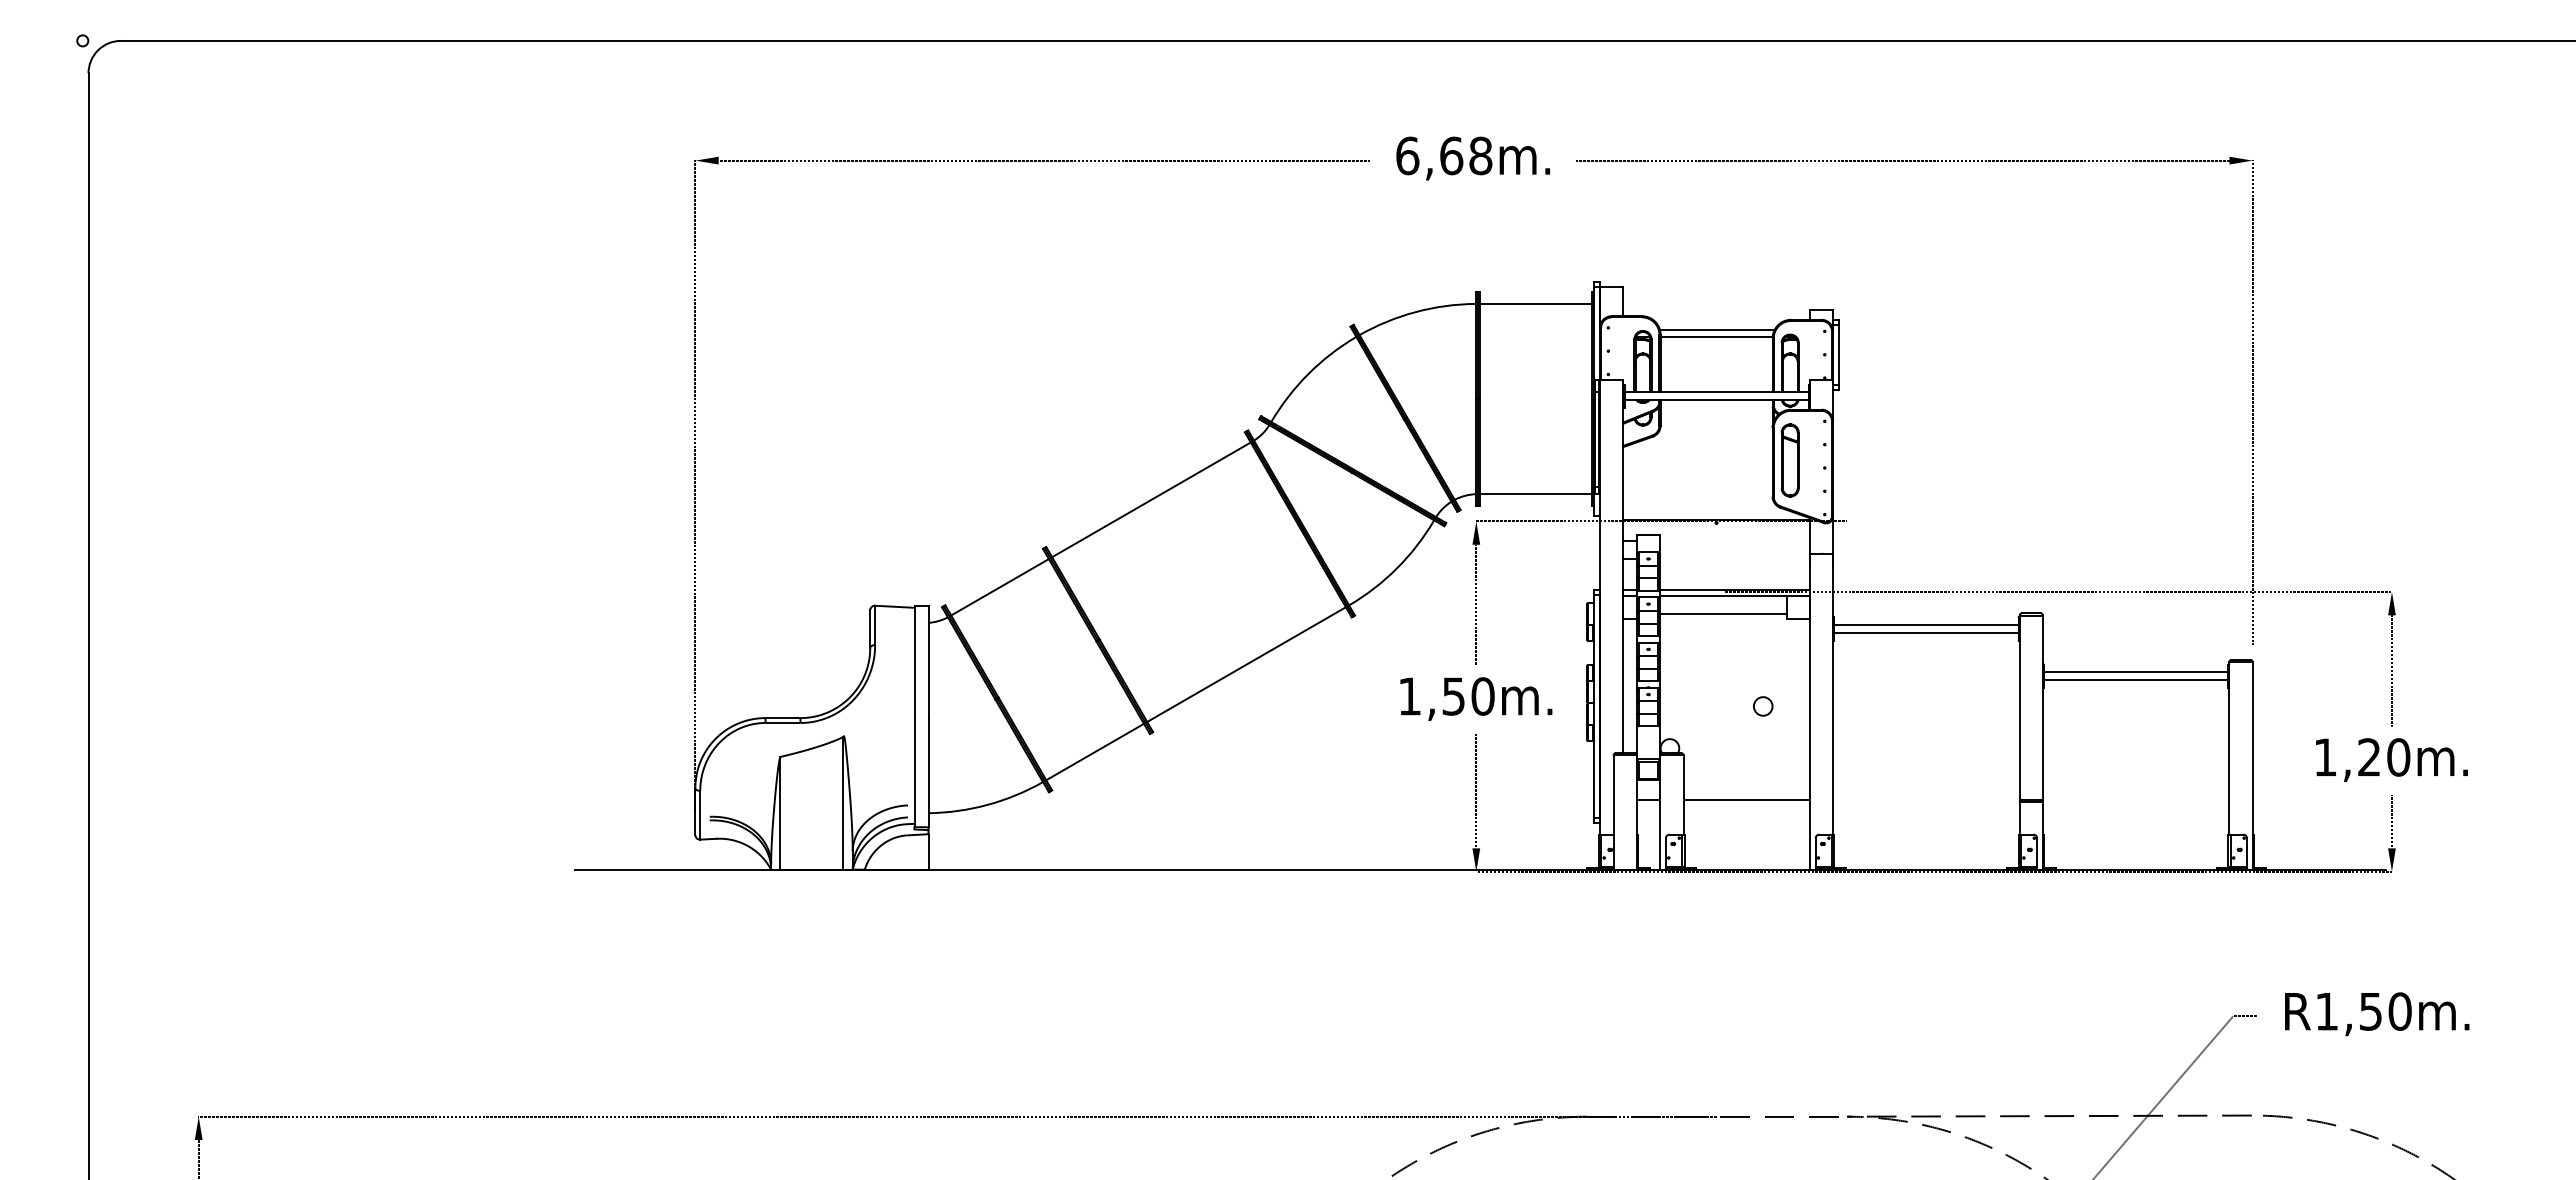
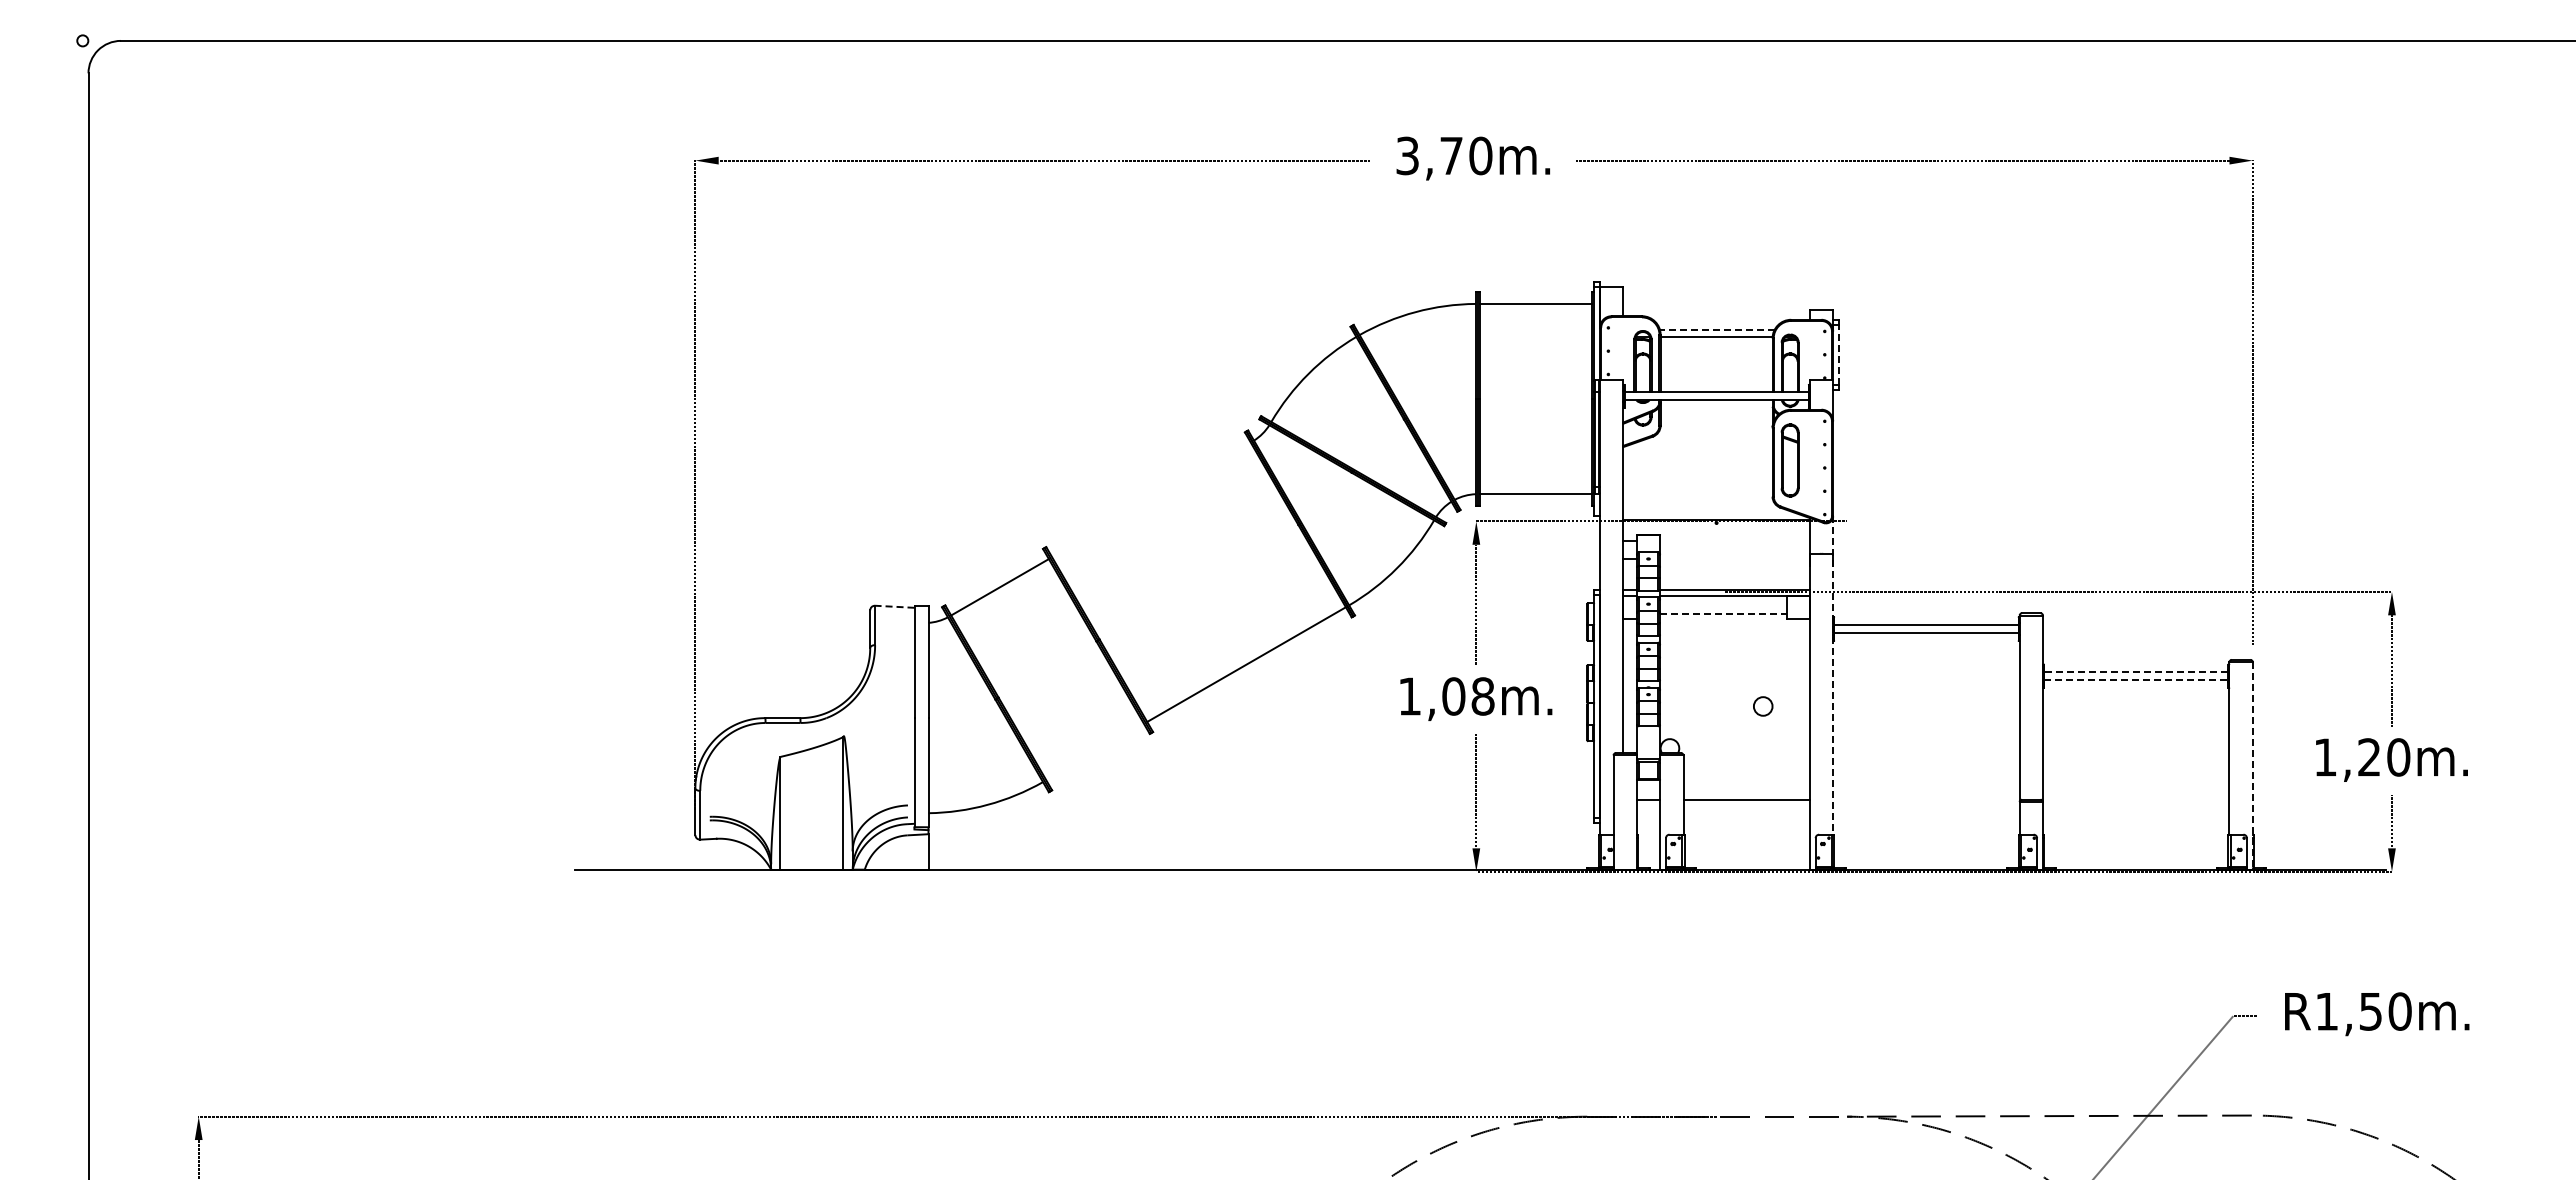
text at (1444, 155): 6,68m. -> 3,70m.
line at (1716, 329): solid -> dashed
line at (1838, 354): solid -> dashed
line at (1151, 499): present -> none
line at (894, 606): solid -> dashed
line at (1723, 614): solid -> dashed
line at (2135, 672): solid -> dashed
line at (1833, 676): solid -> dashed
line at (2136, 680): solid -> dashed
text at (1468, 696): 1,50m. -> 1,08m.
line at (1095, 751): present -> none
line at (2252, 765): solid -> dashed
